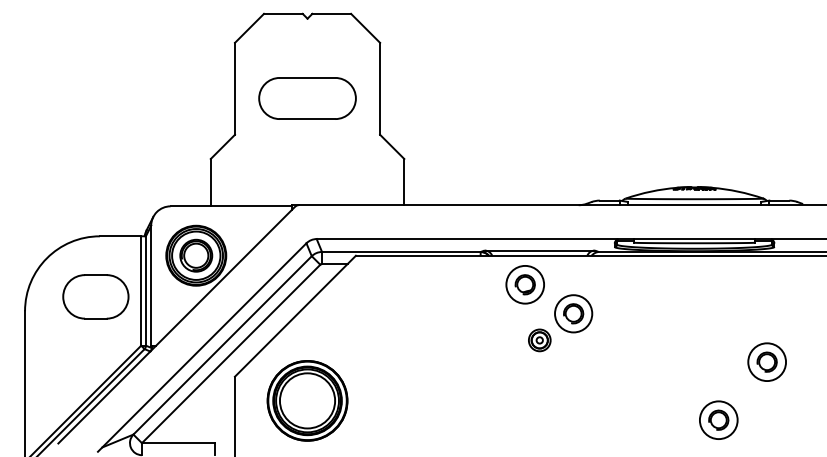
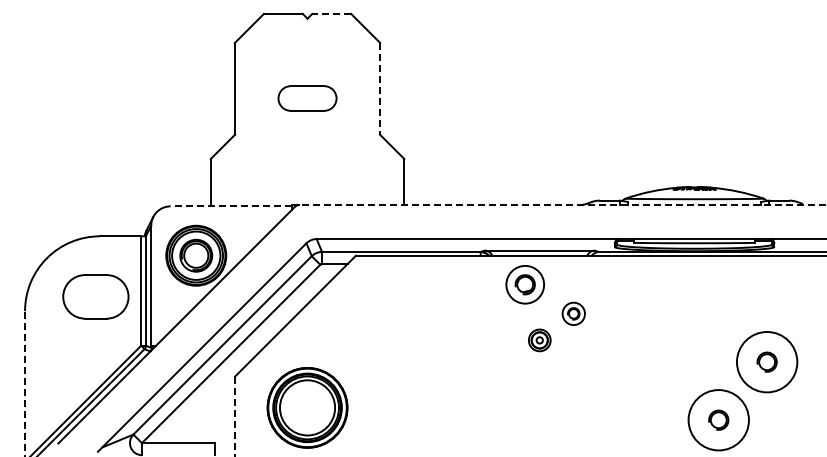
line at (331, 13): solid -> dashed
line at (380, 88): solid -> dashed
part at (307, 98) size: 99x43 px -> 61x27 px
line at (562, 205): solid -> dashed
line at (231, 206): solid -> dashed
part at (573, 313) size: 40x40 px -> 25x25 px
circle at (767, 362) diameter: 38 px -> 60 px
line at (25, 384): solid -> dashed
part at (307, 400) position: (307, 400) -> (307, 407)
line at (234, 416): solid -> dashed
circle at (718, 420) diameter: 38 px -> 60 px
